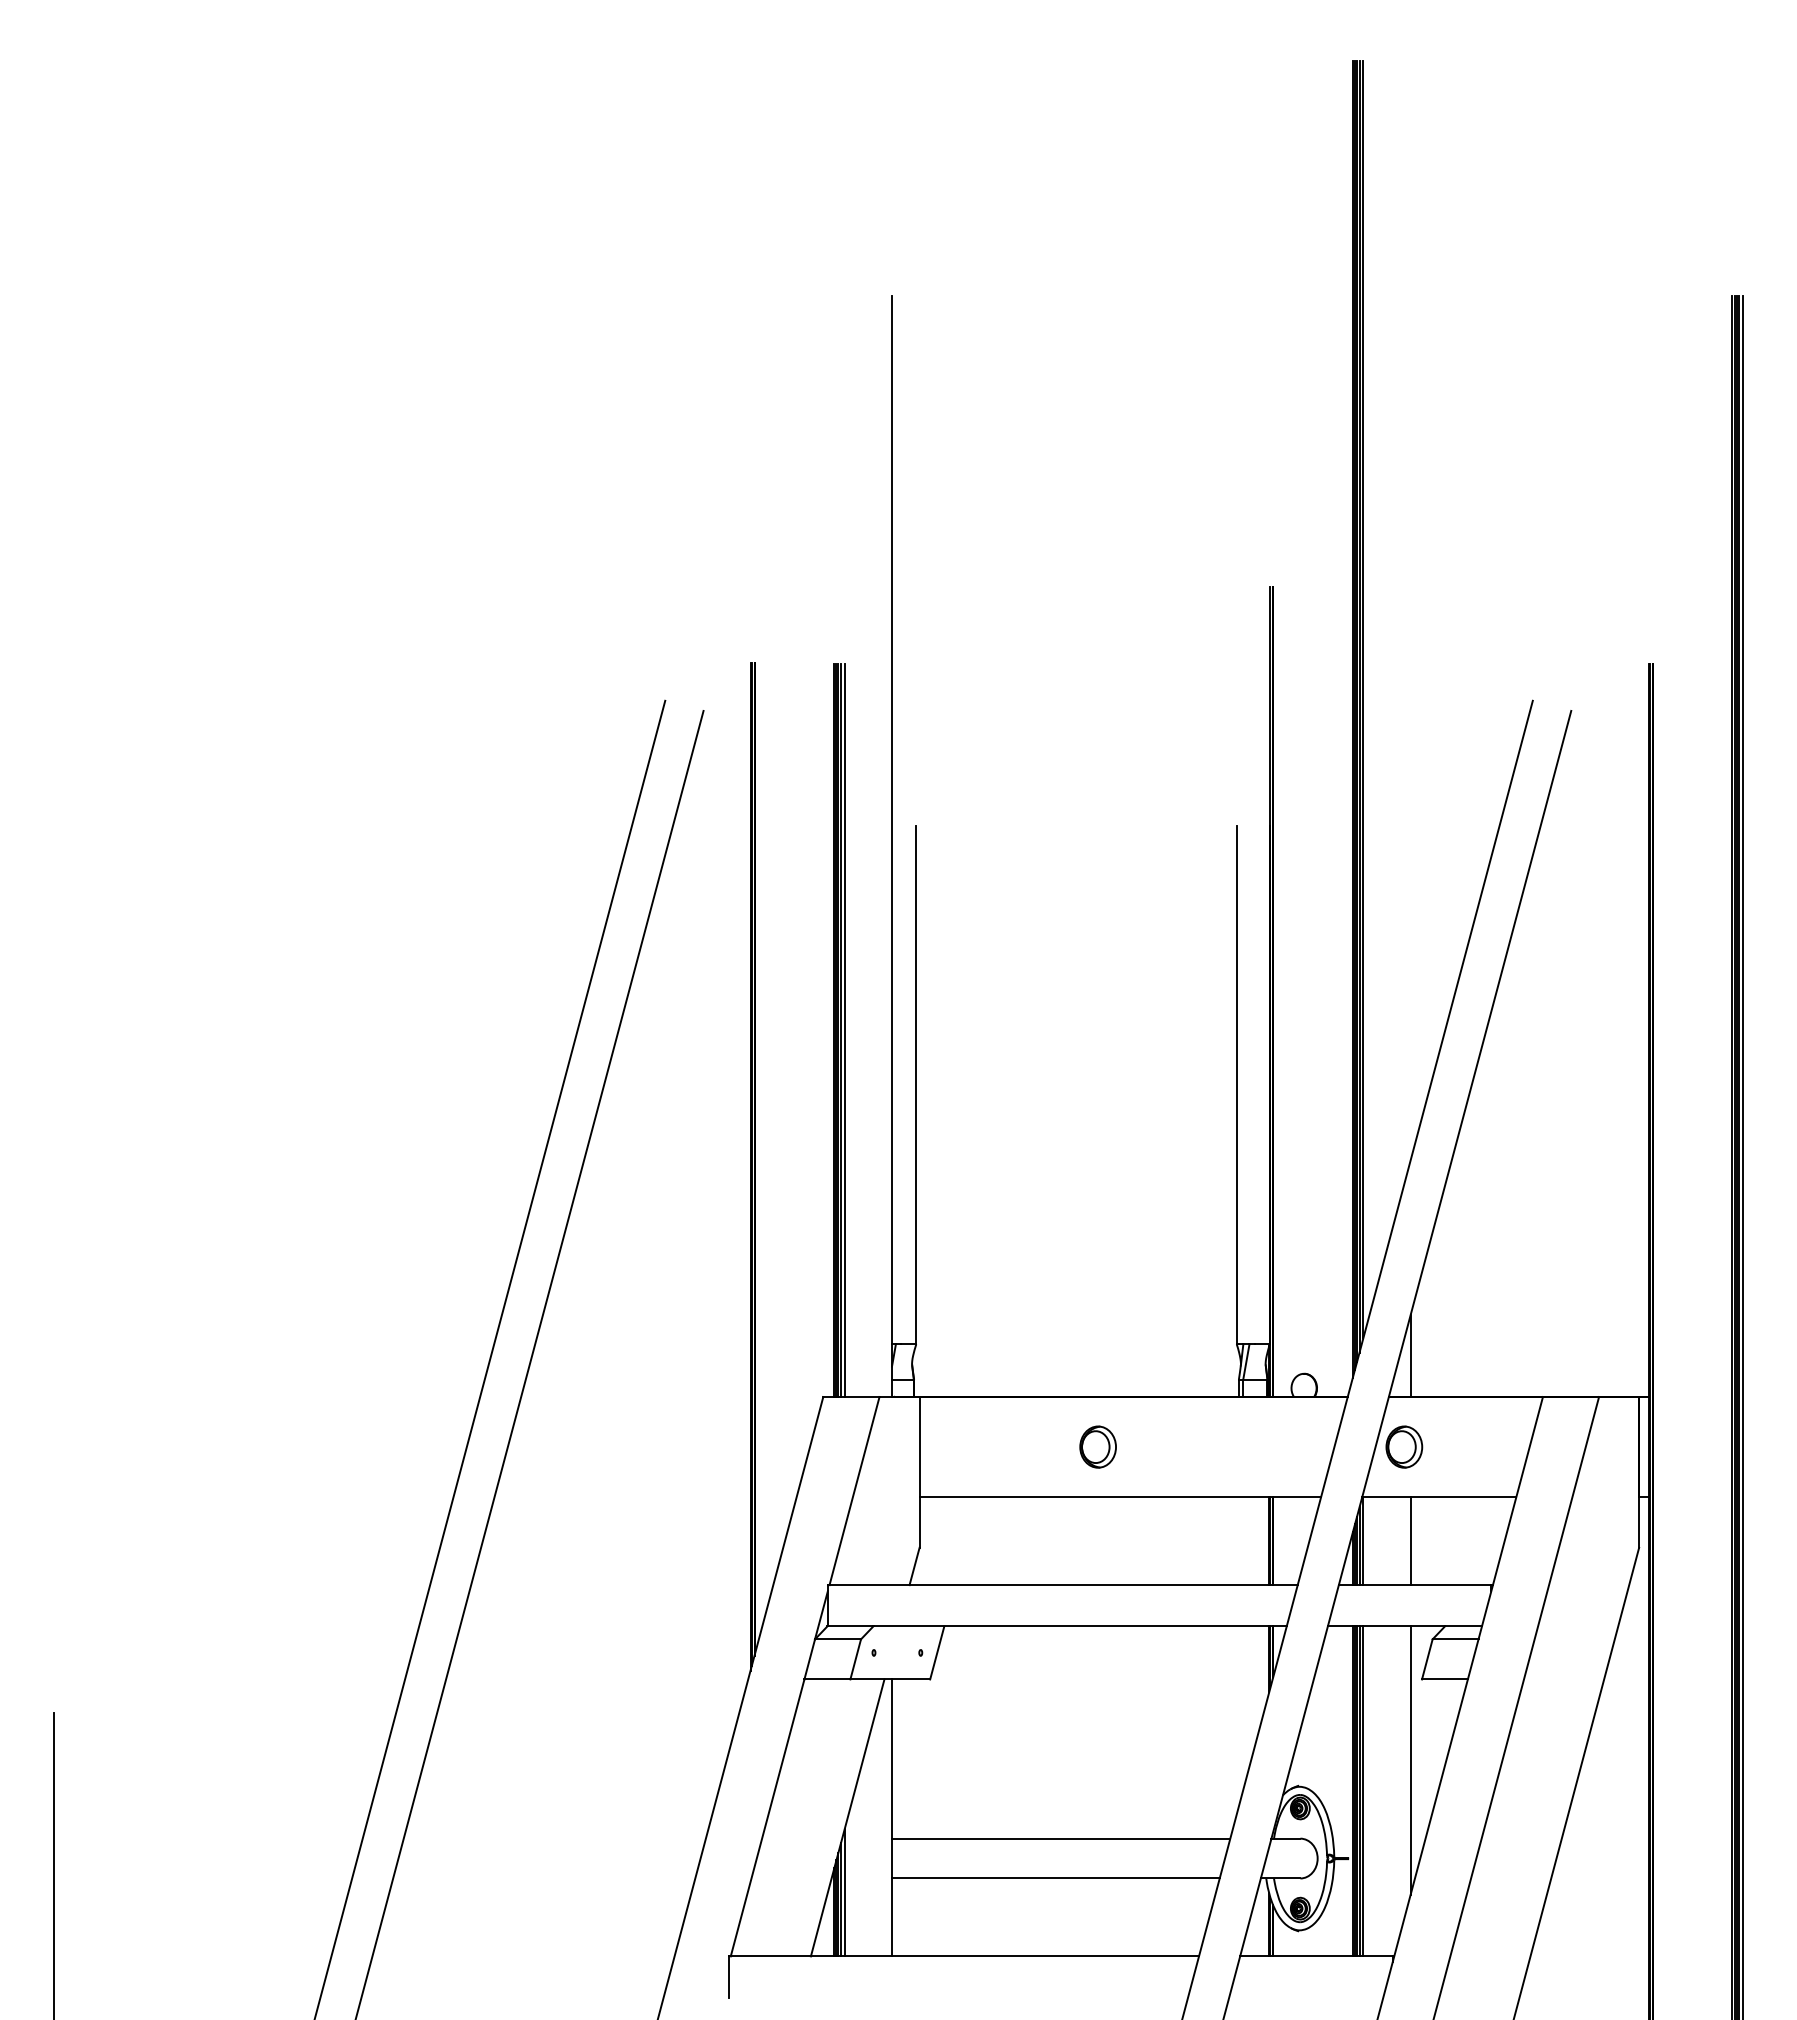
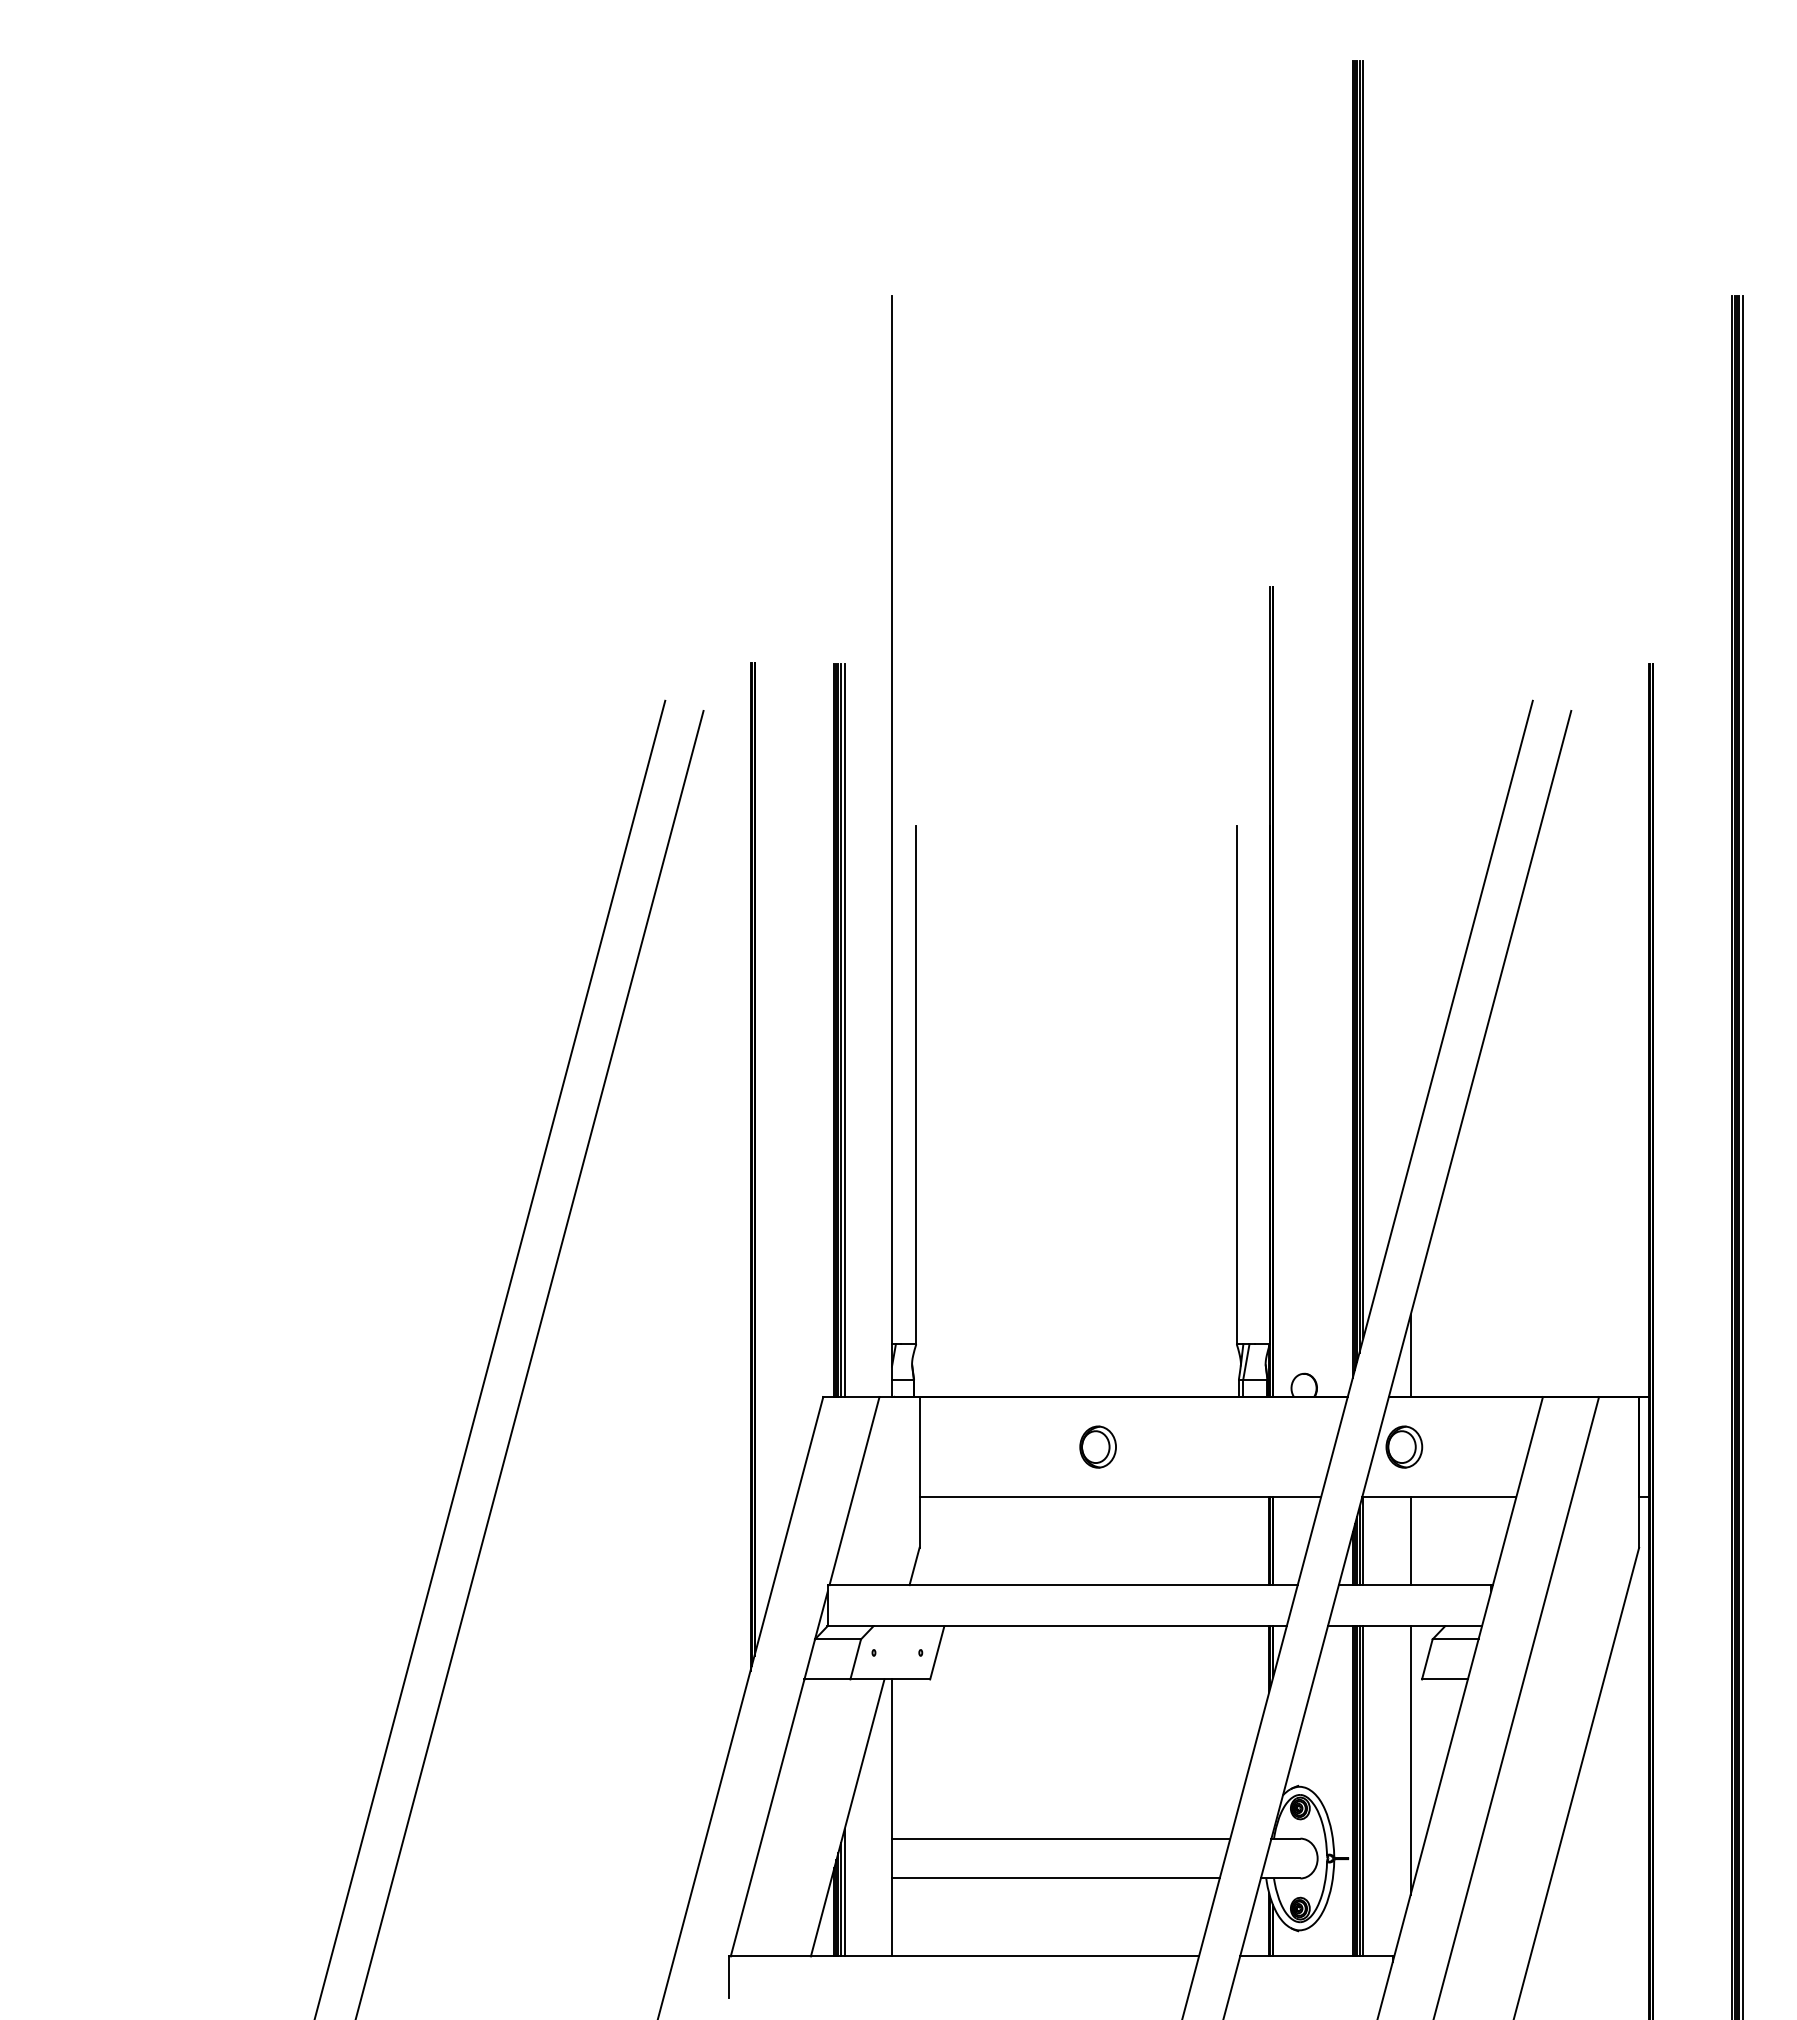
line at (53, 1864): present -> none
